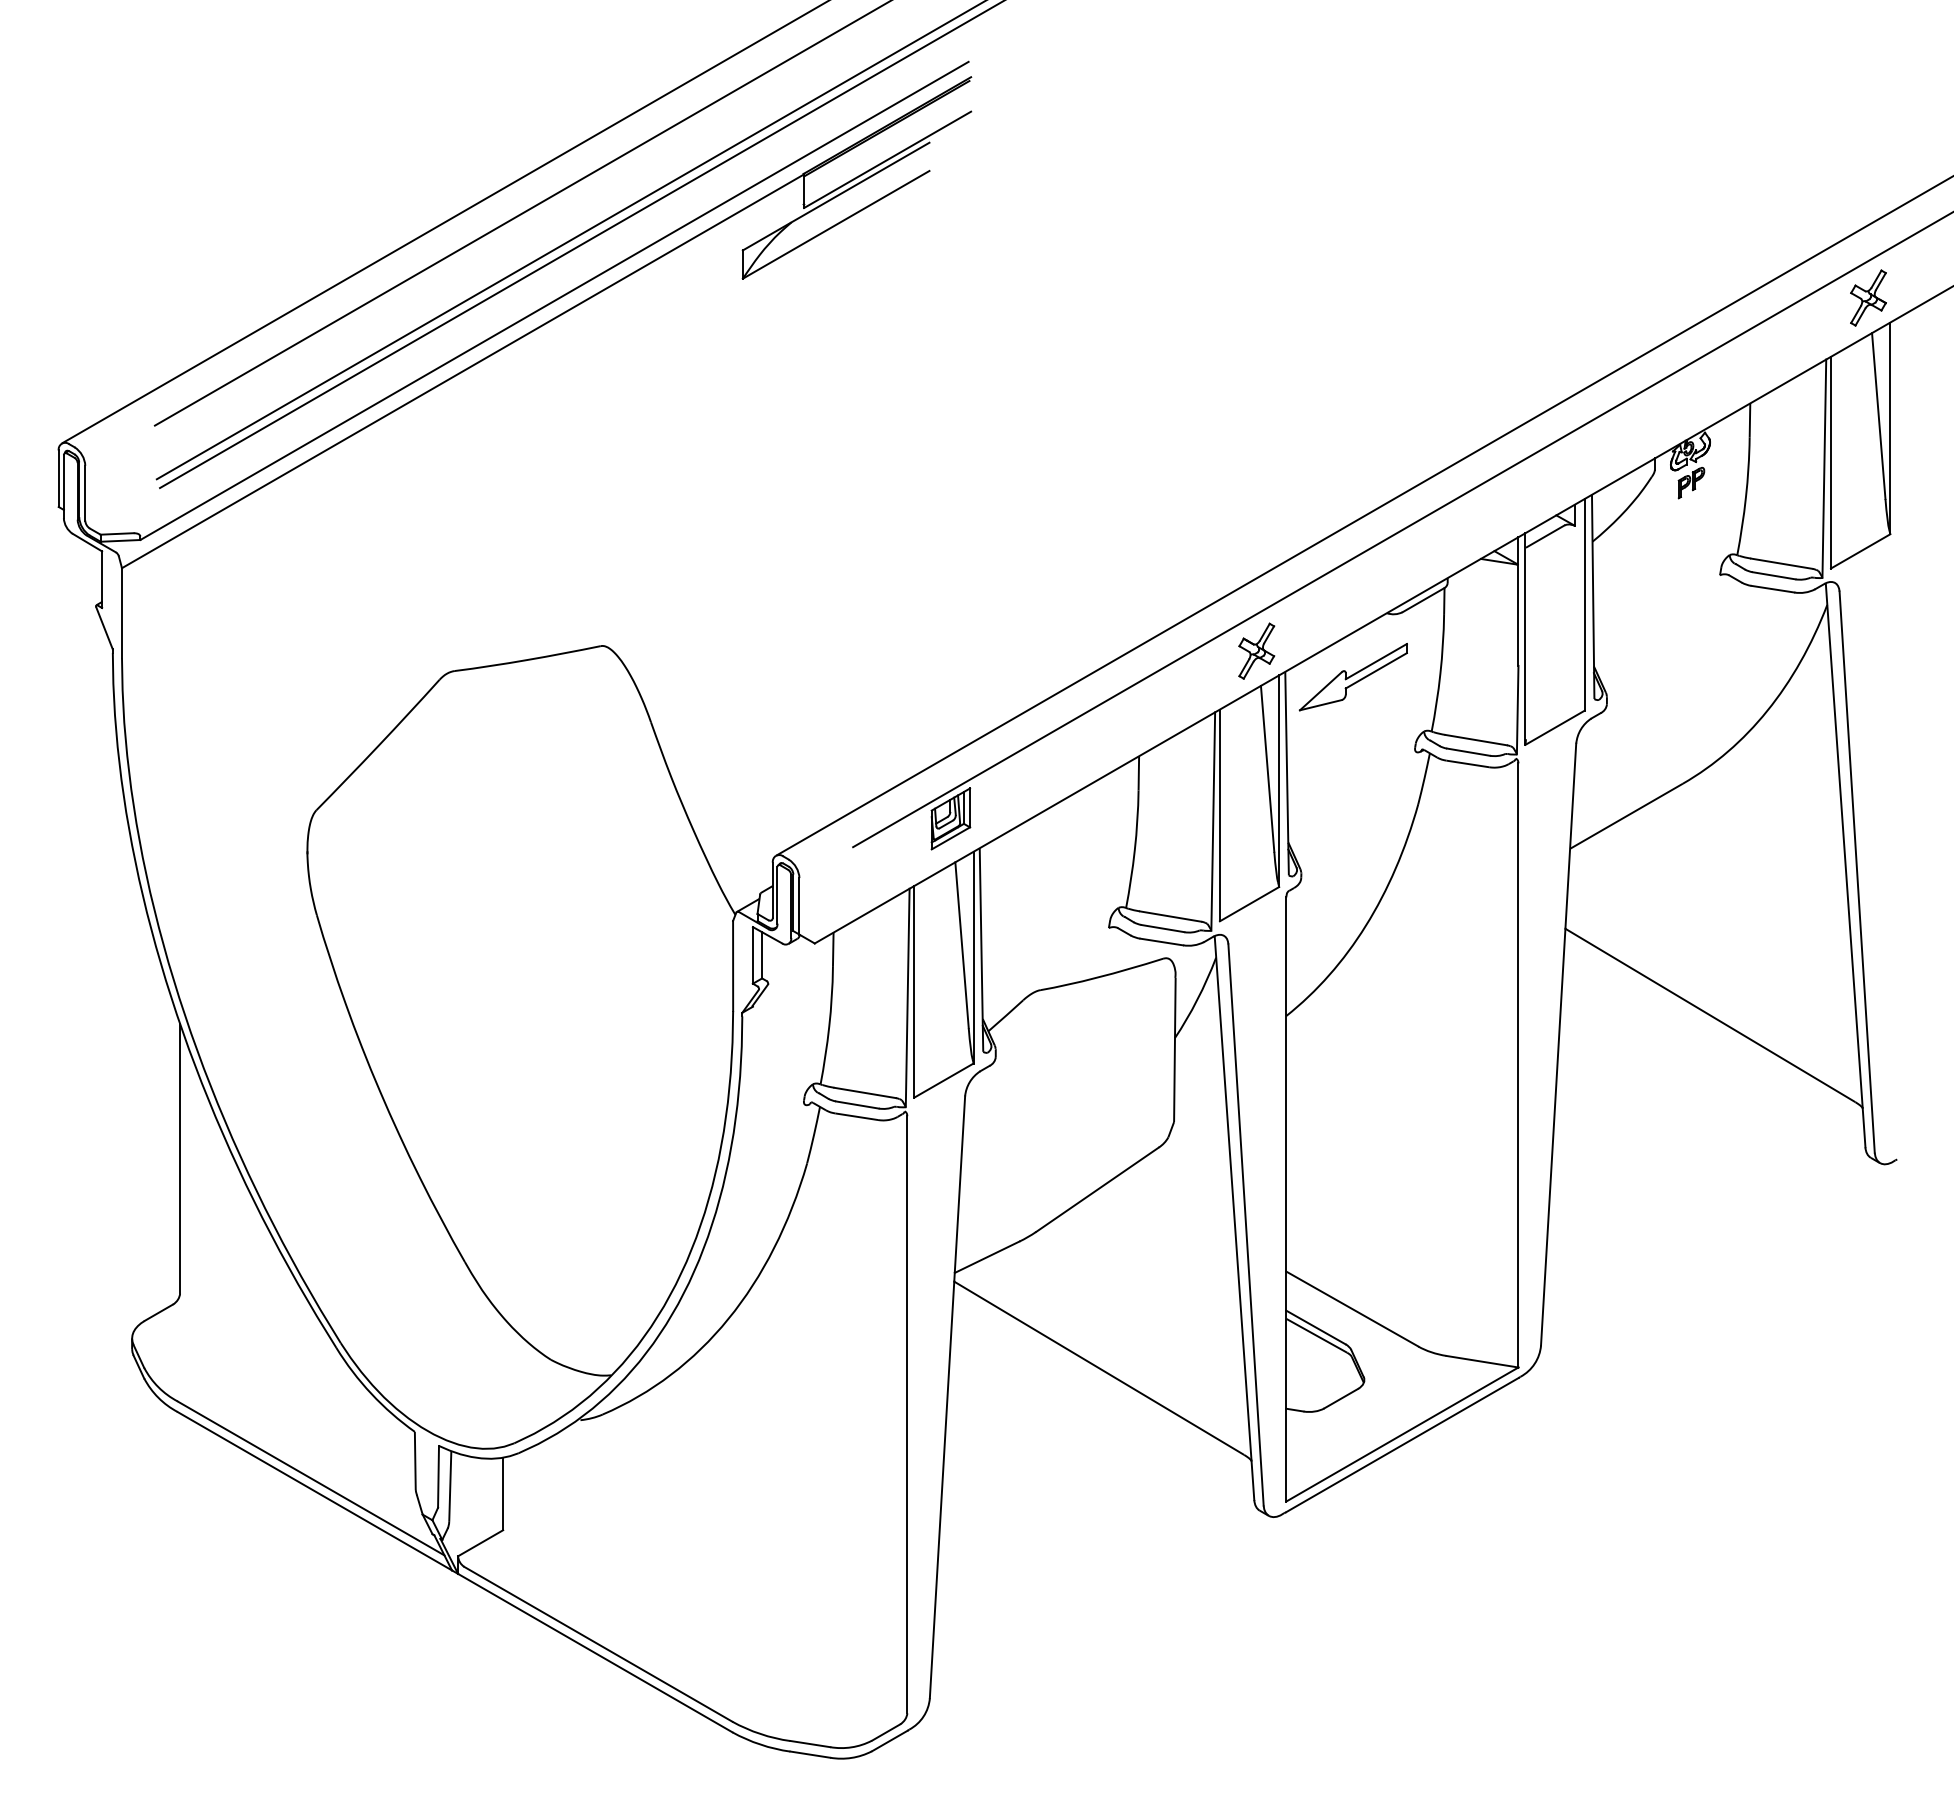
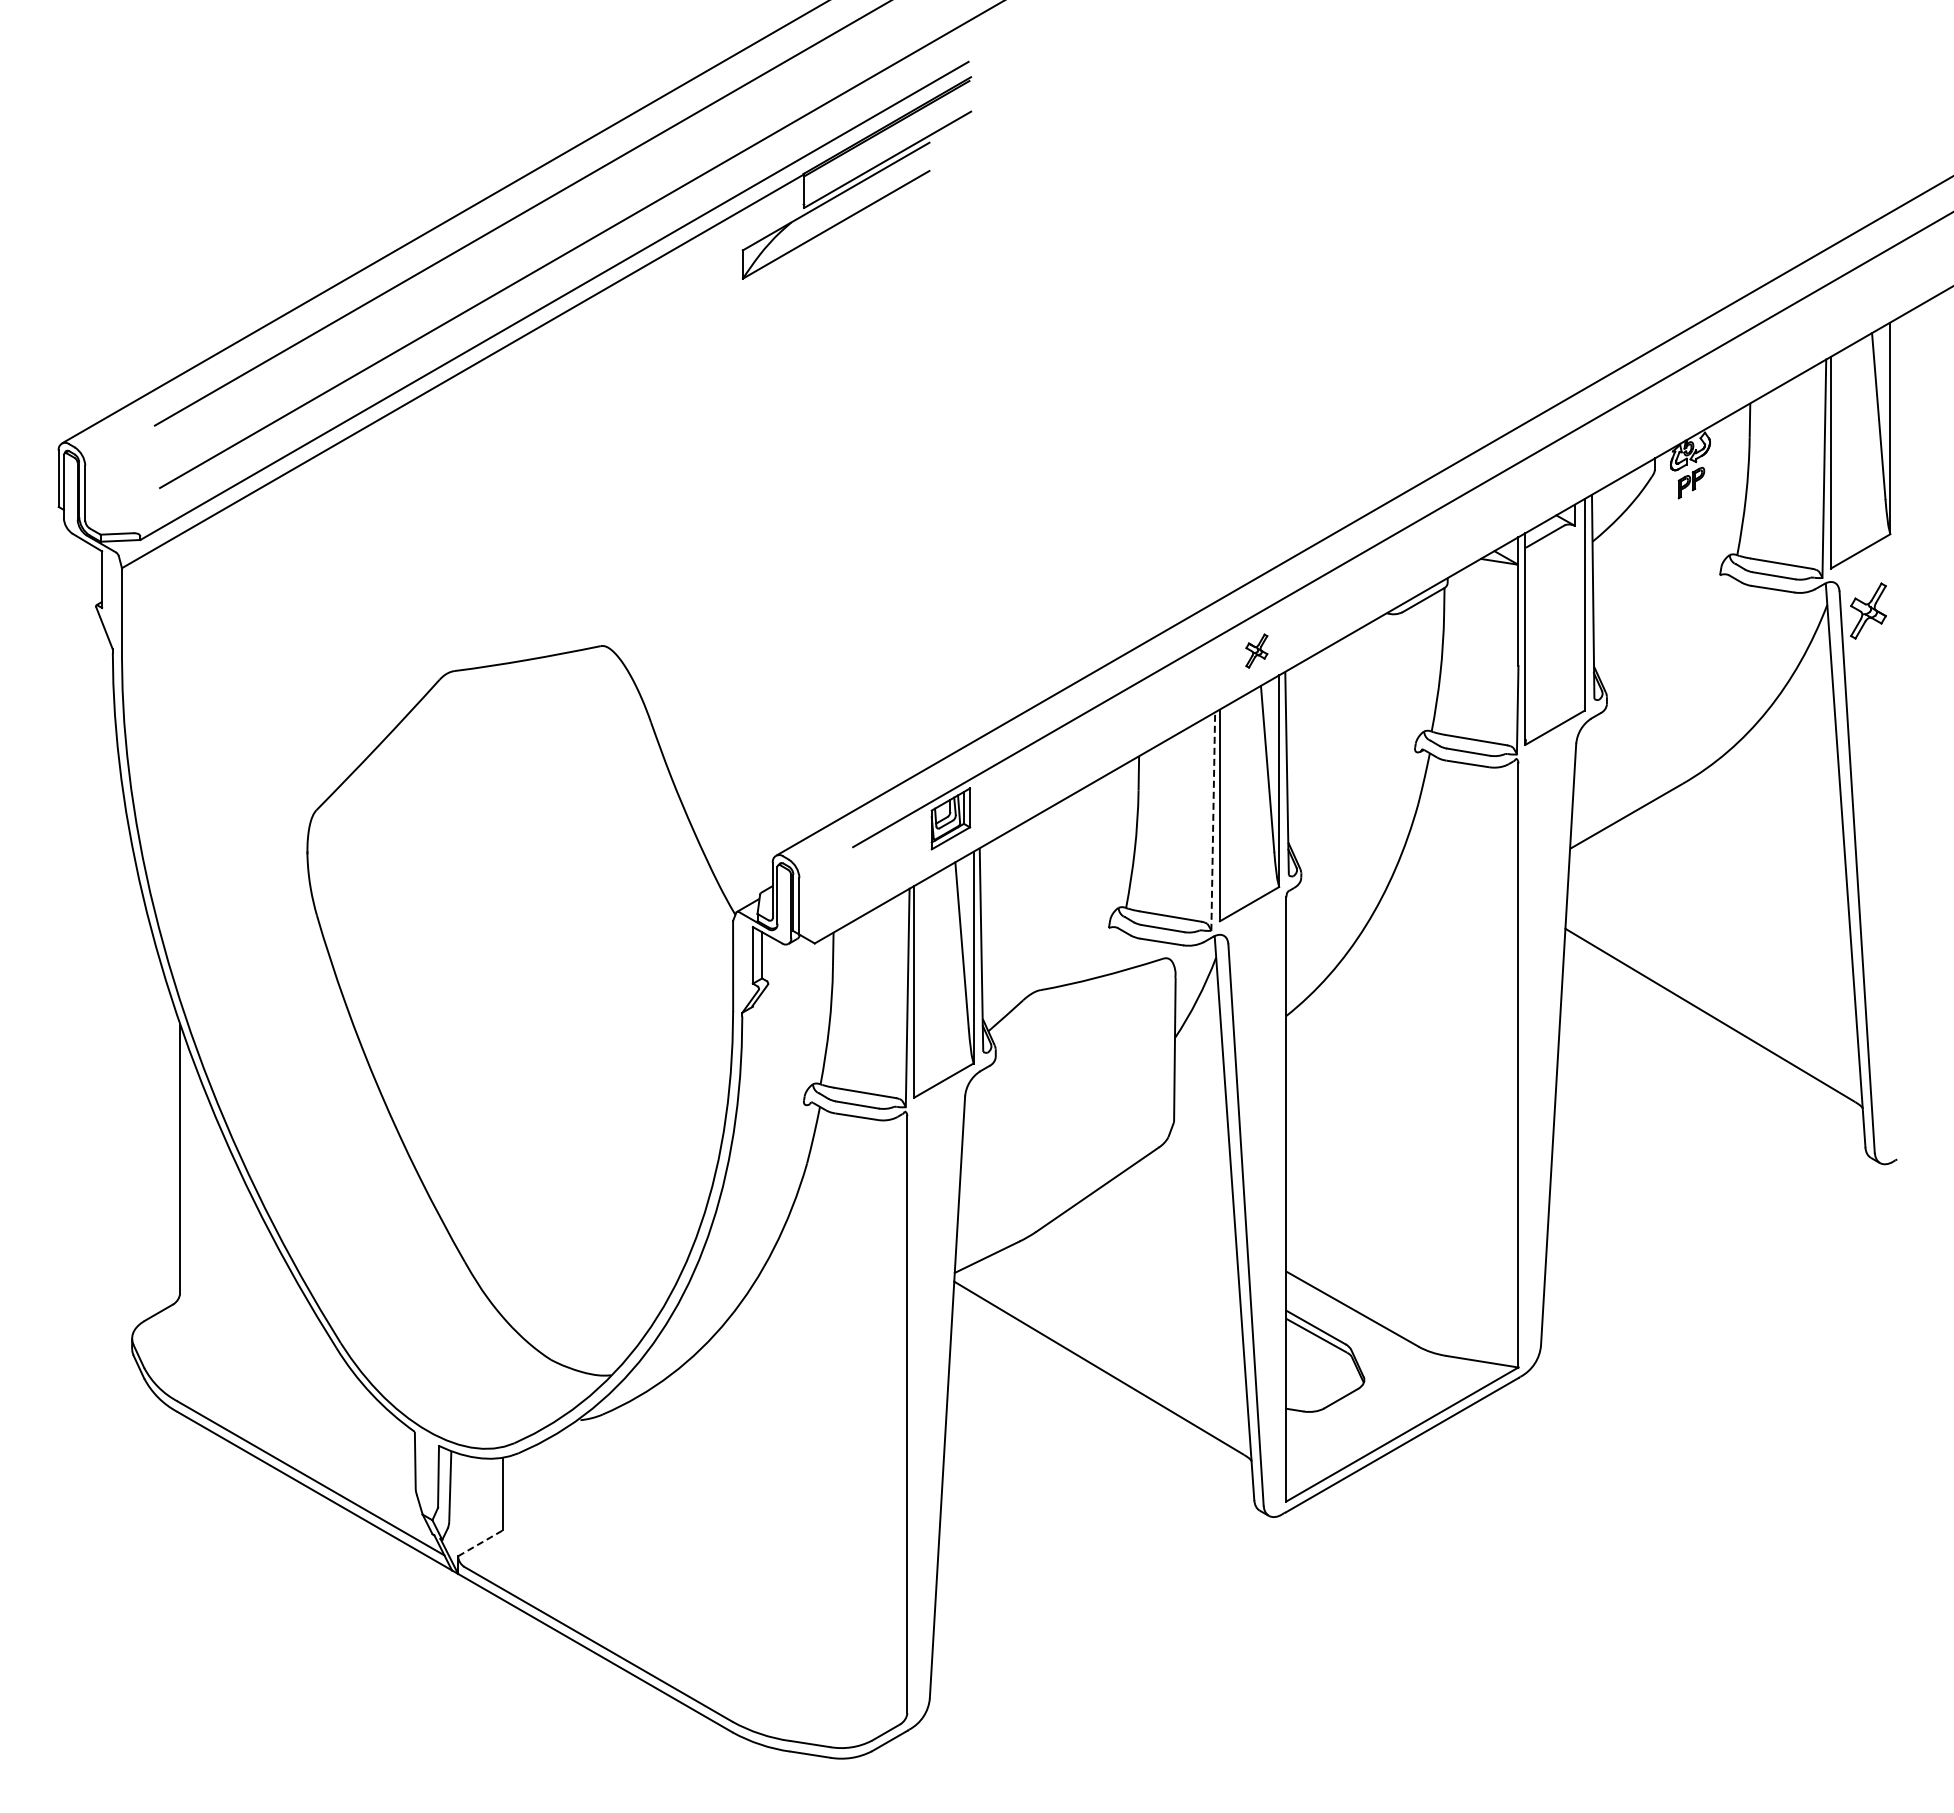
line at (569, 240): present -> none
part at (1868, 297) position: (1868, 297) -> (1868, 610)
part at (1256, 650) size: 38x58 px -> 24x36 px
part at (1352, 677): present -> none
line at (1213, 821): solid -> dashed
line at (480, 1543): solid -> dashed
